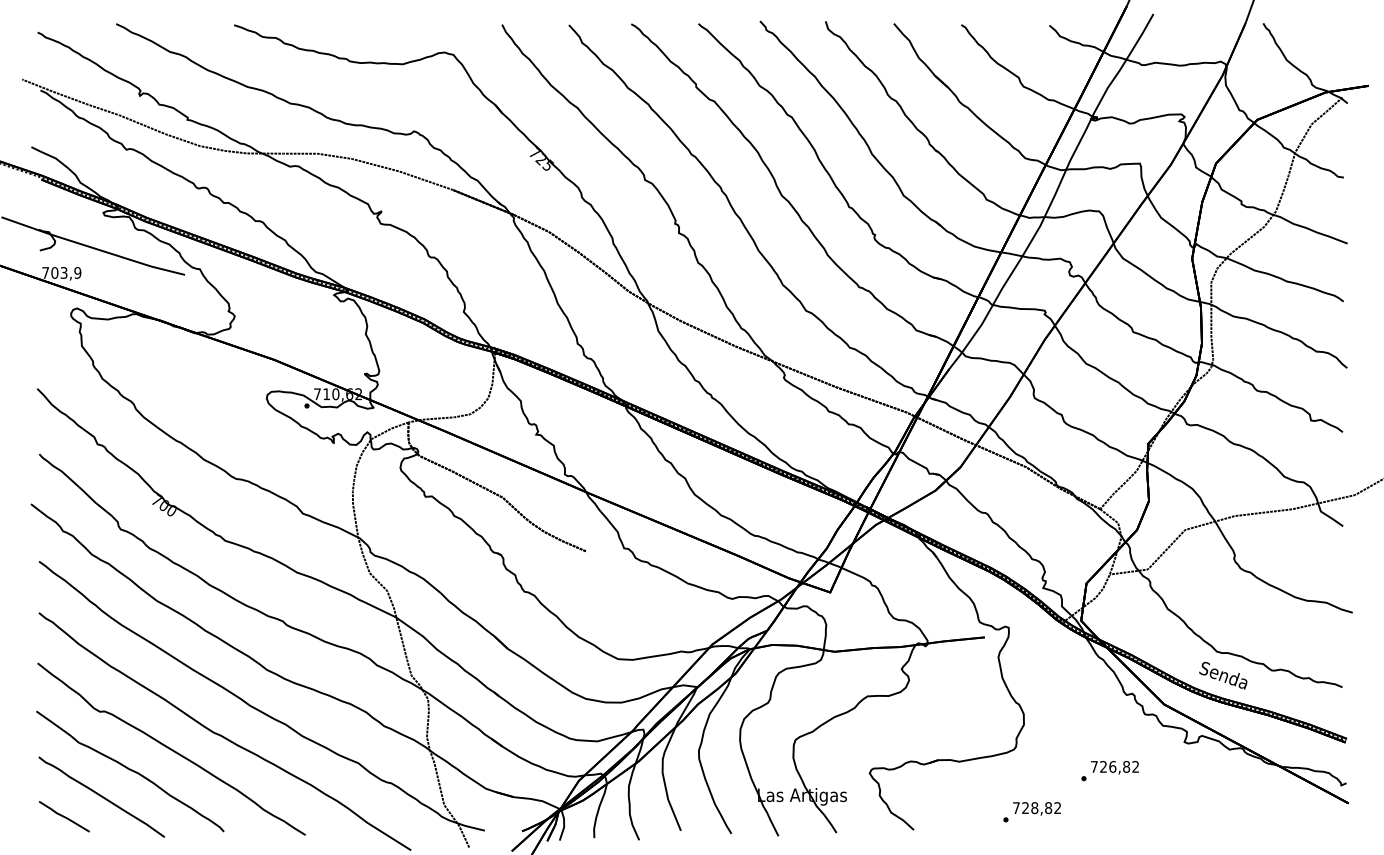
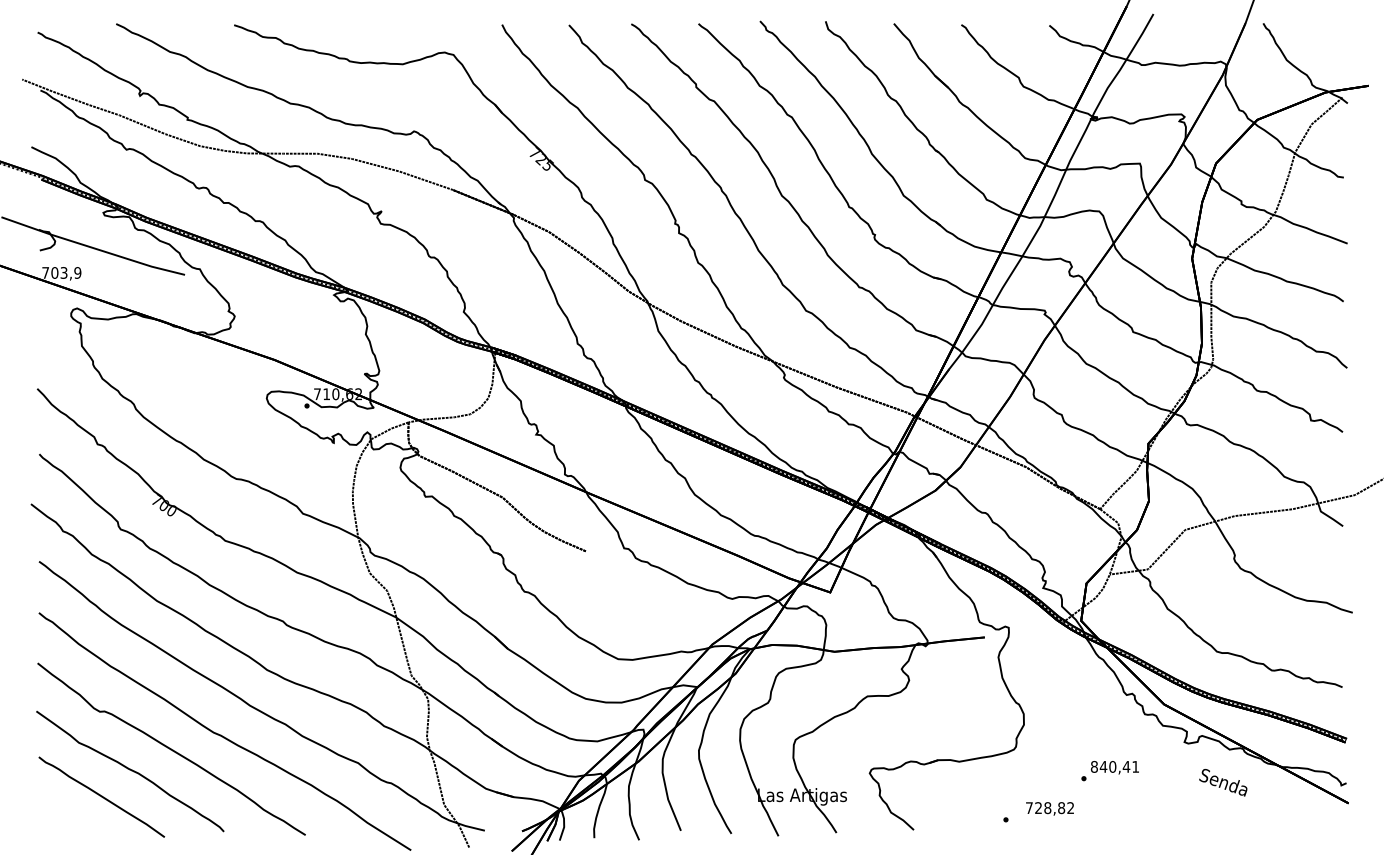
text at (1223, 675) position: (1223, 675) -> (1223, 782)
text at (1114, 766): 726,82 -> 840,41
text at (1036, 808) position: (1036, 808) -> (1049, 808)
line at (63, 816): present -> none
